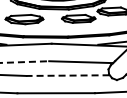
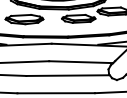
line at (25, 62): dashed -> solid
line at (67, 75): dashed -> solid
